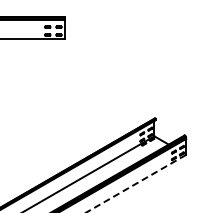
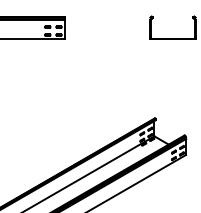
part at (172, 38): none -> present
line at (135, 183): dashed -> solid
